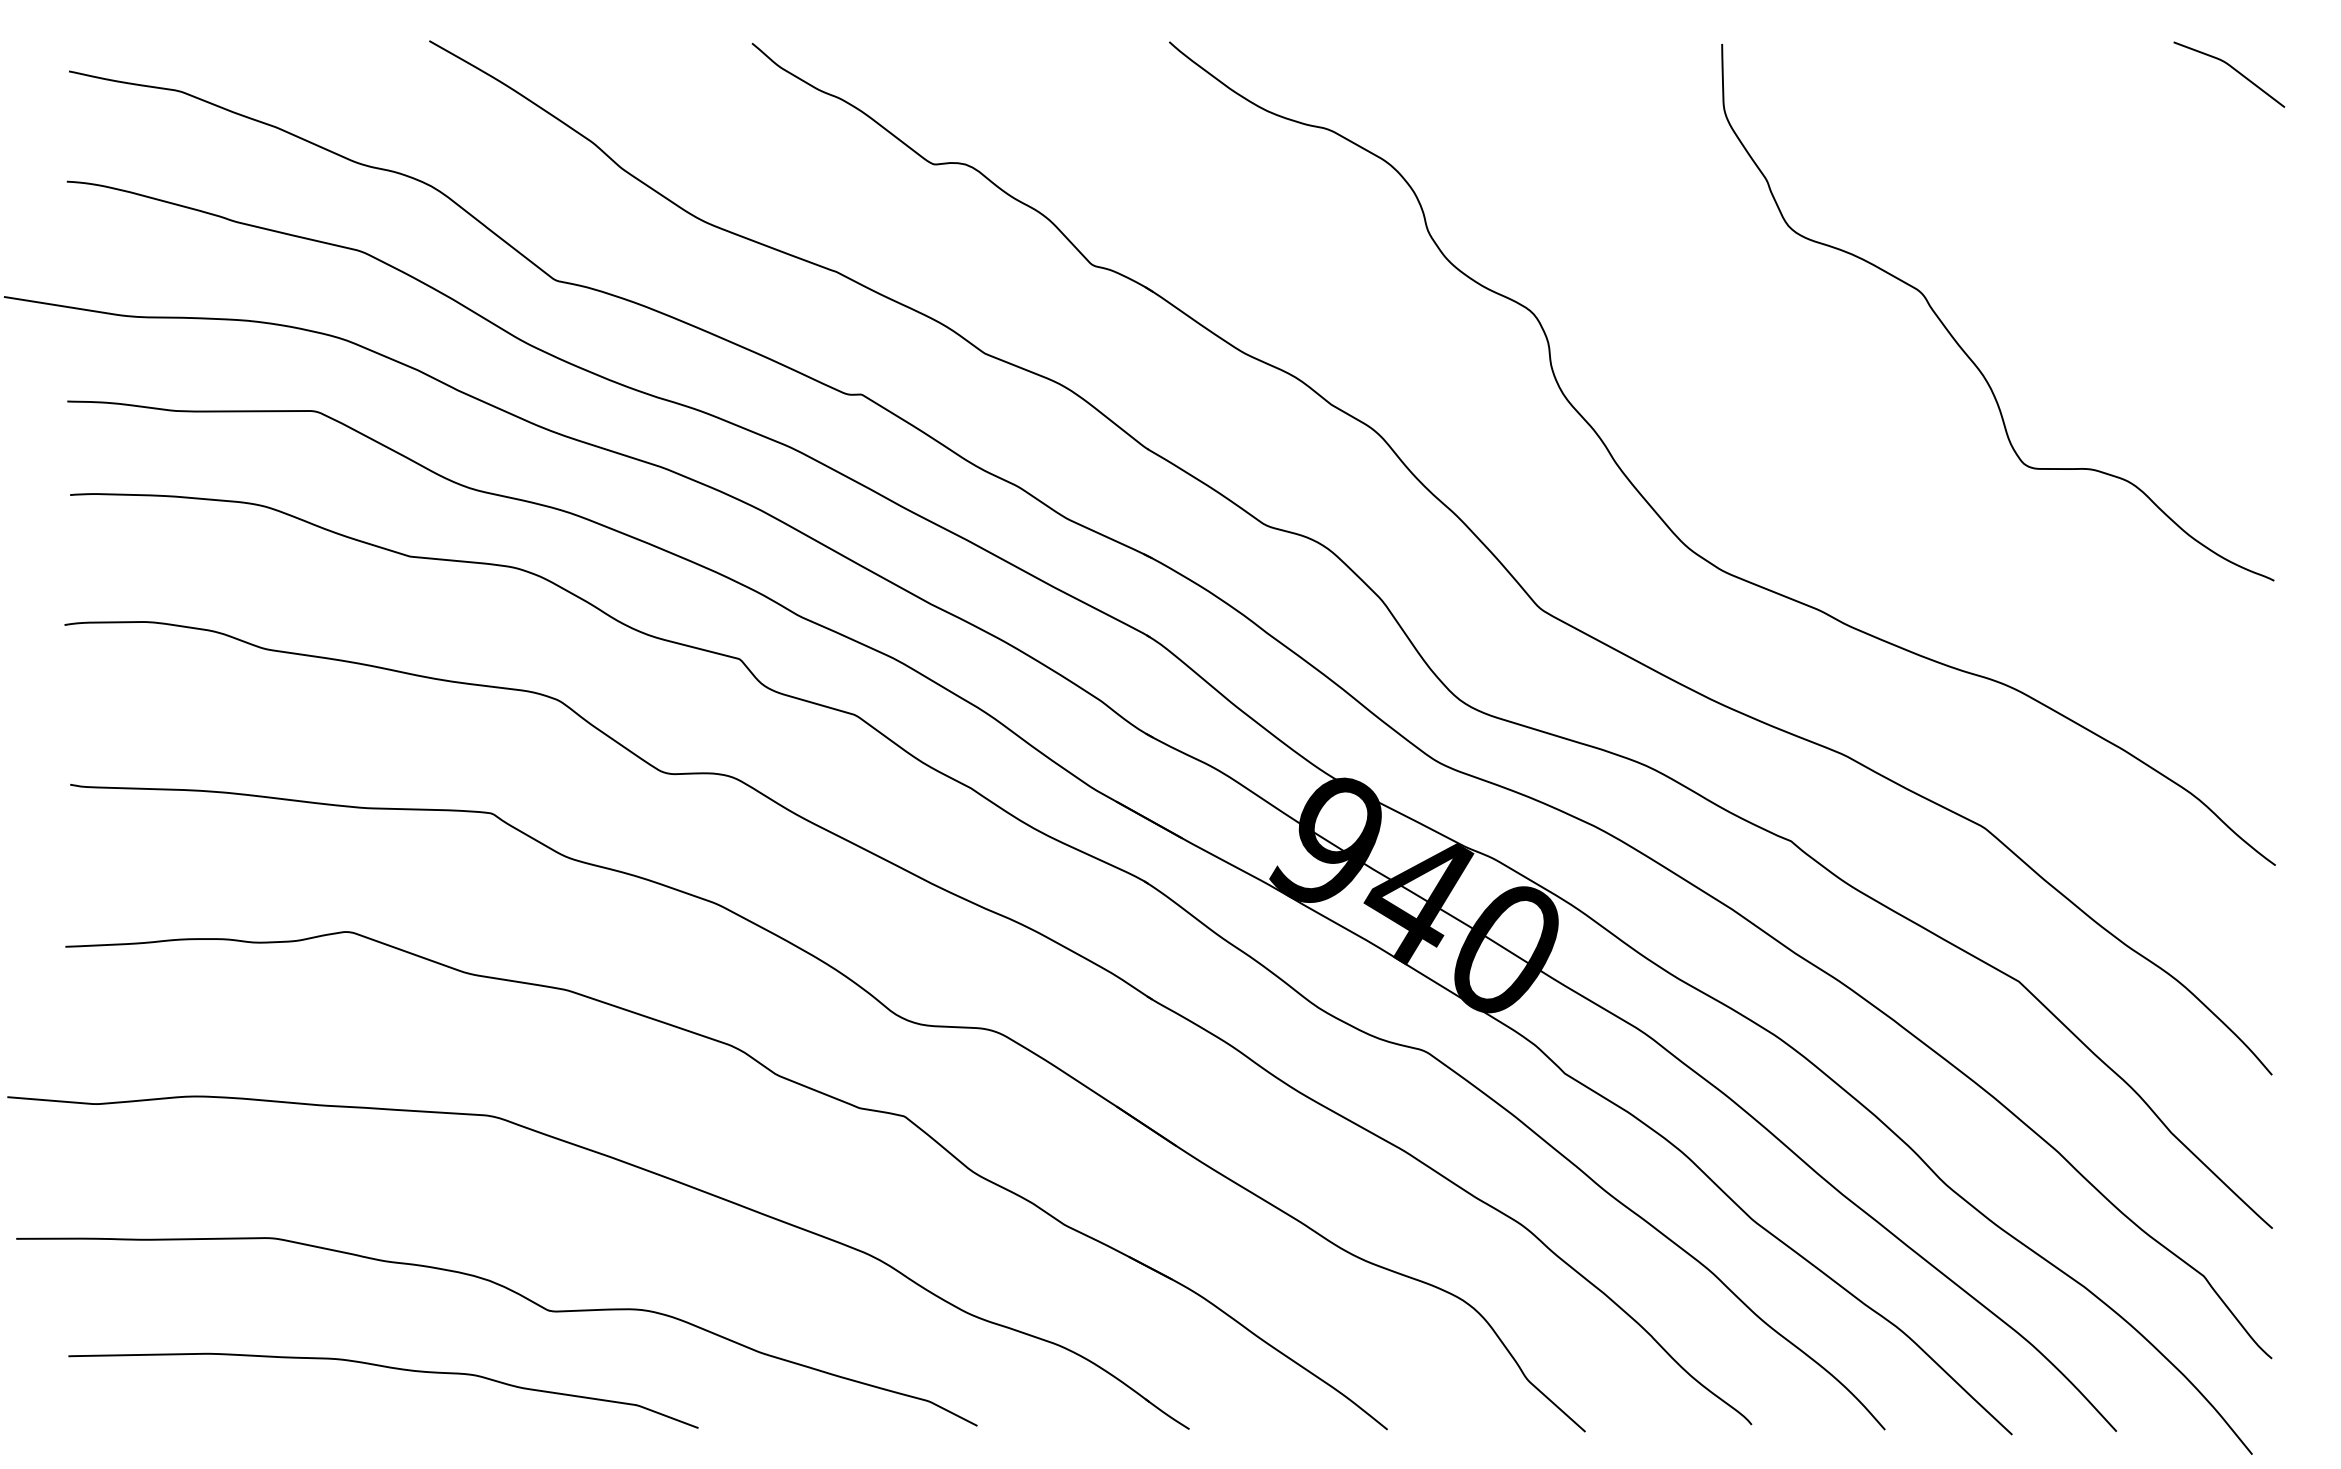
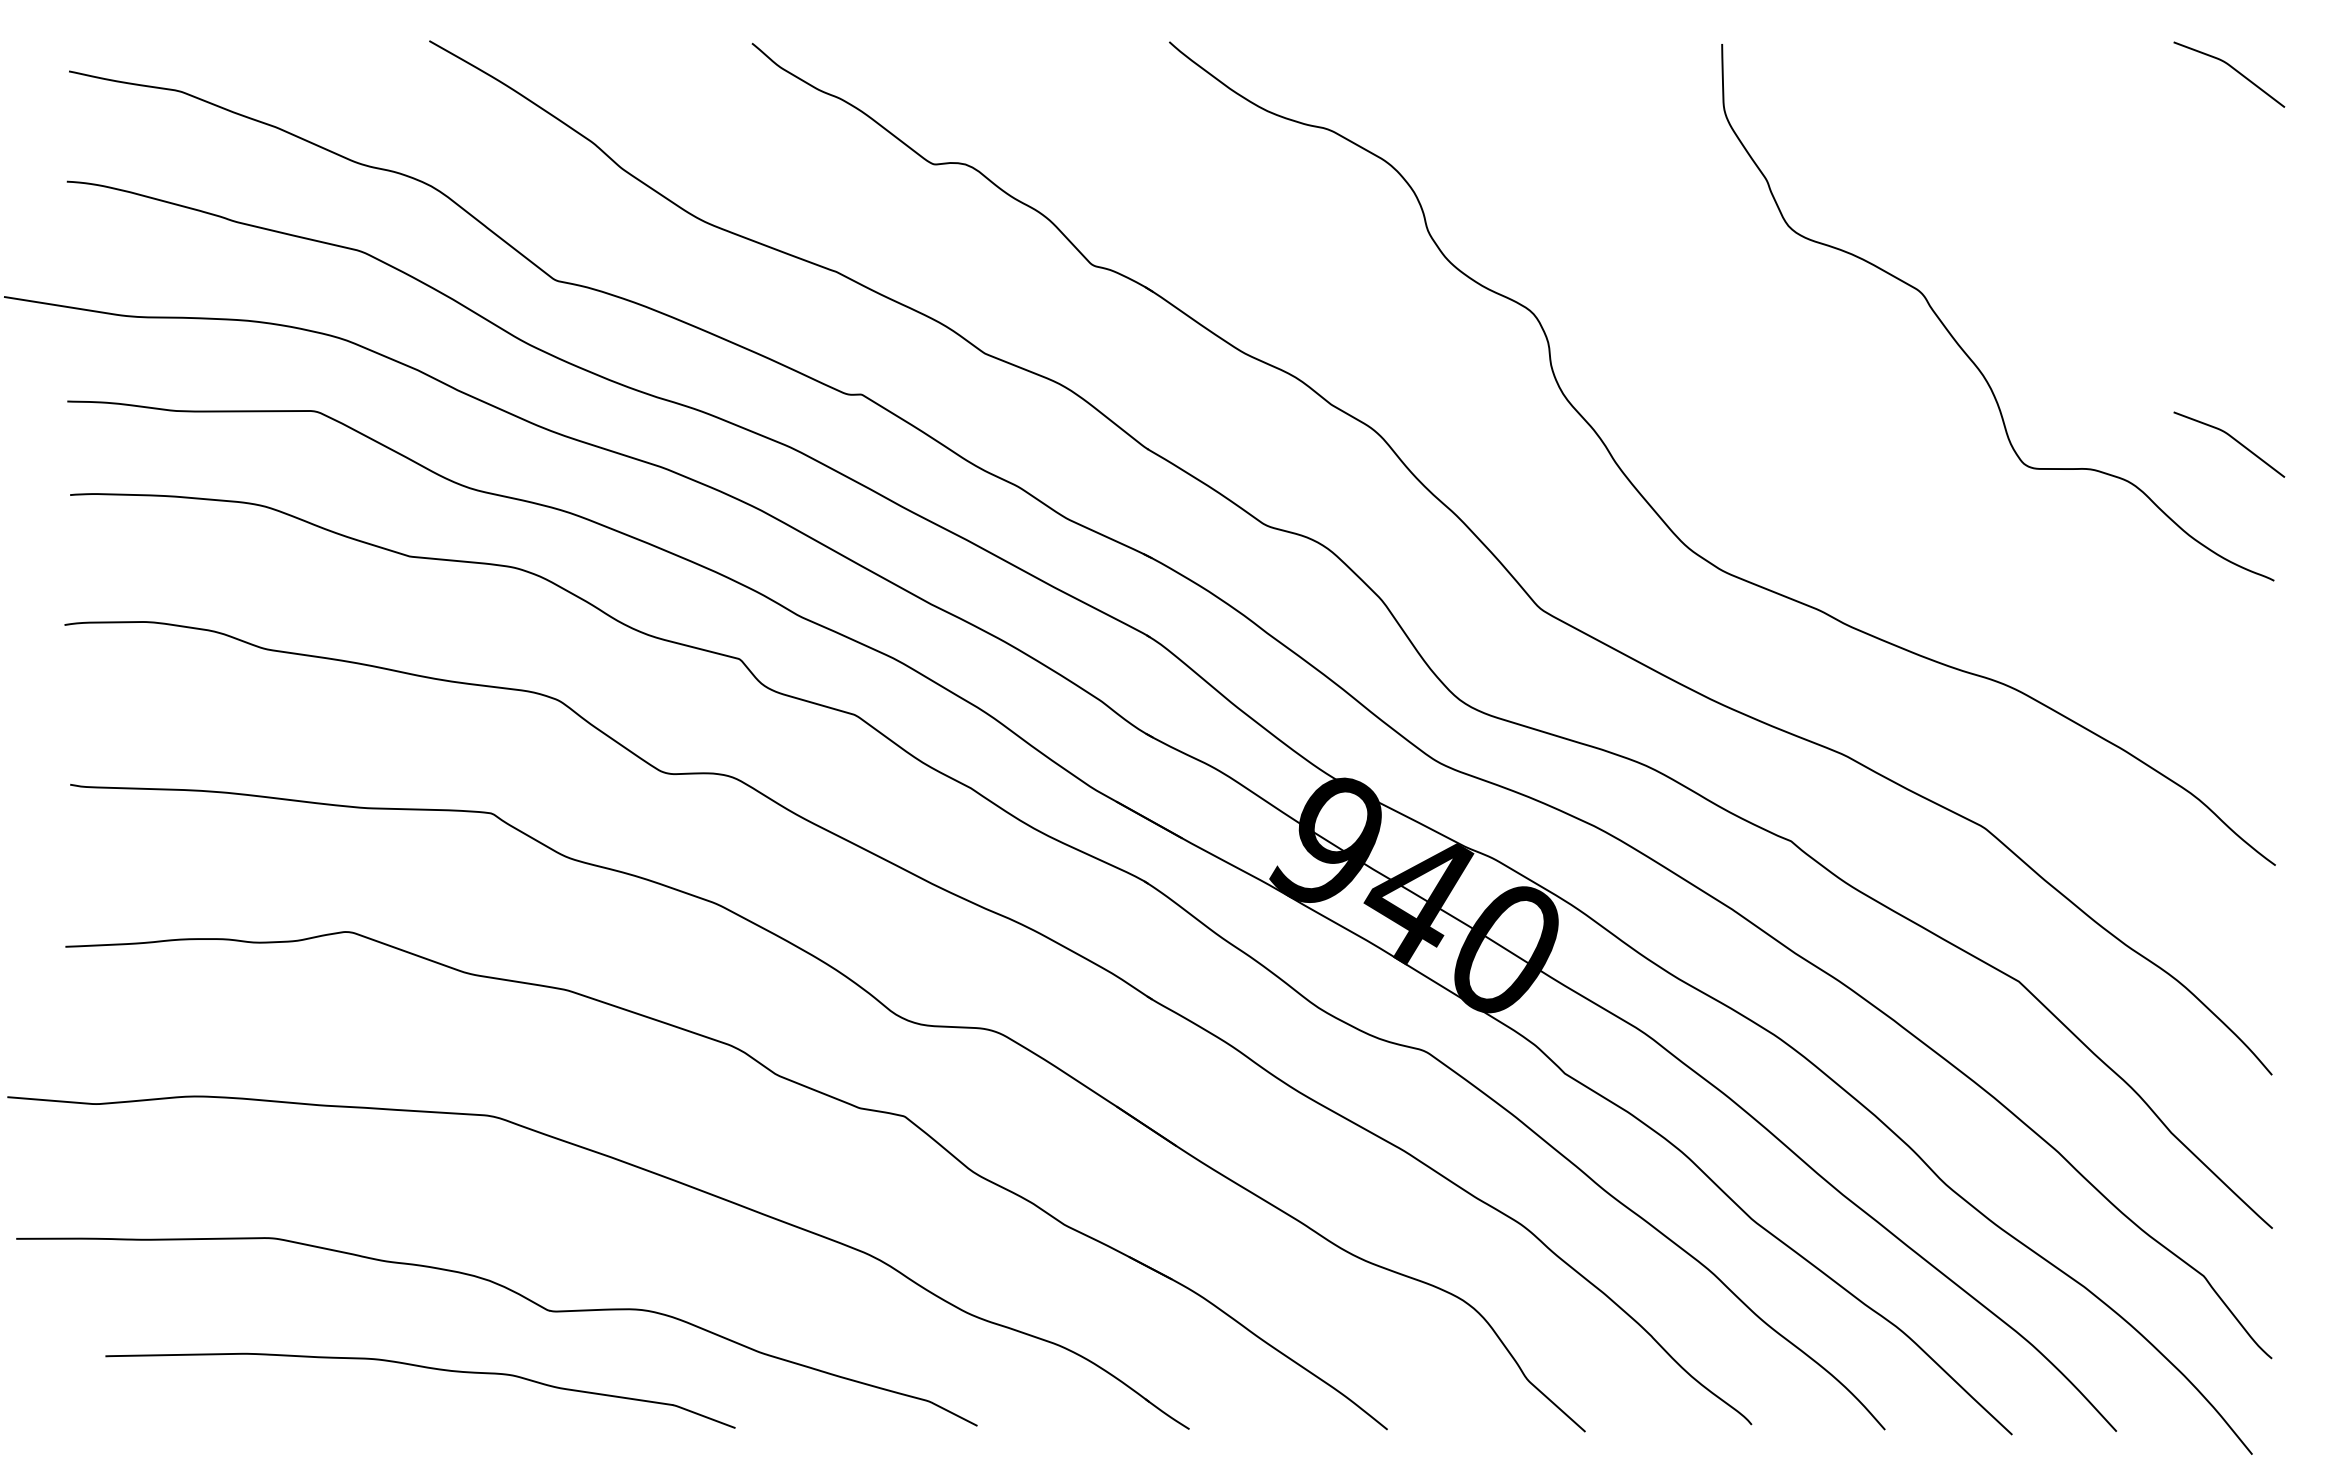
curve at (2231, 438): none -> present
curve at (388, 1368) position: (388, 1368) -> (425, 1368)
